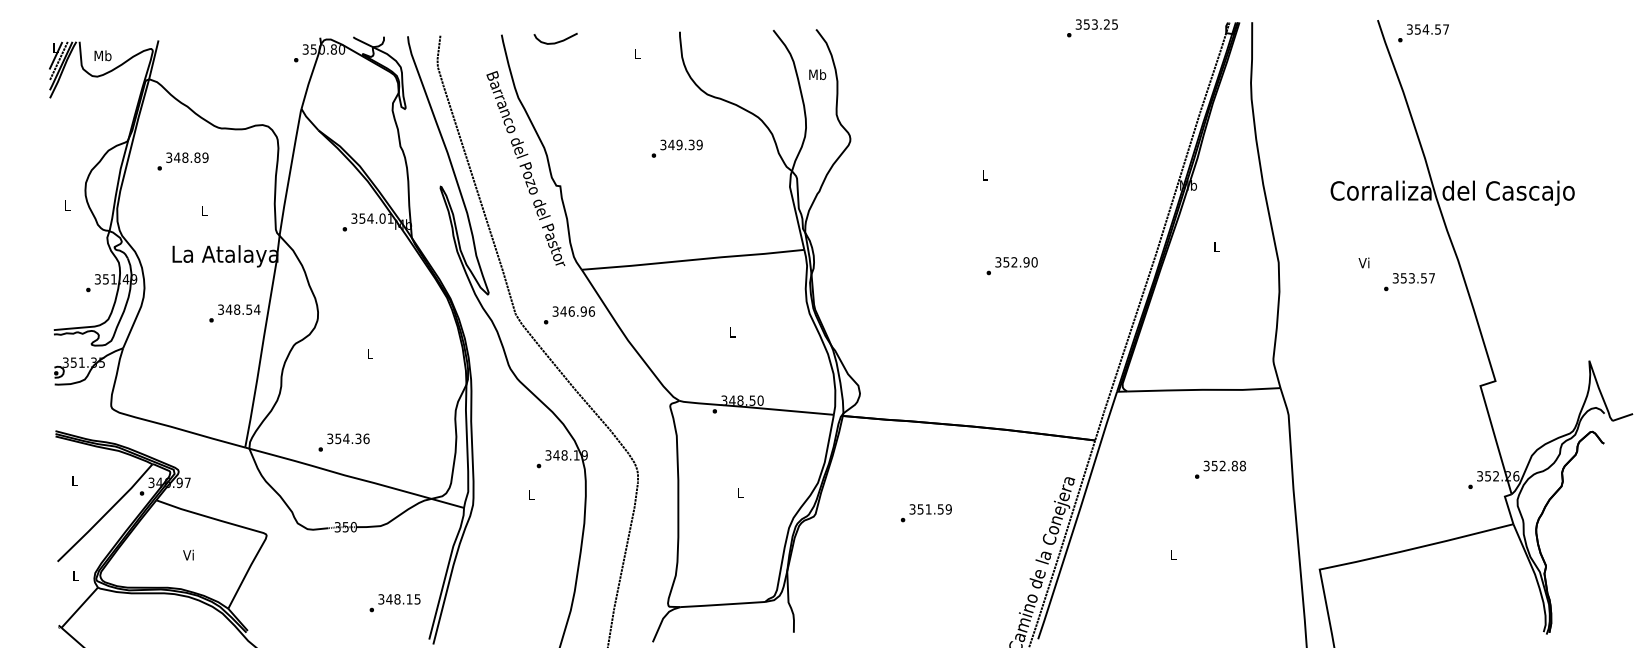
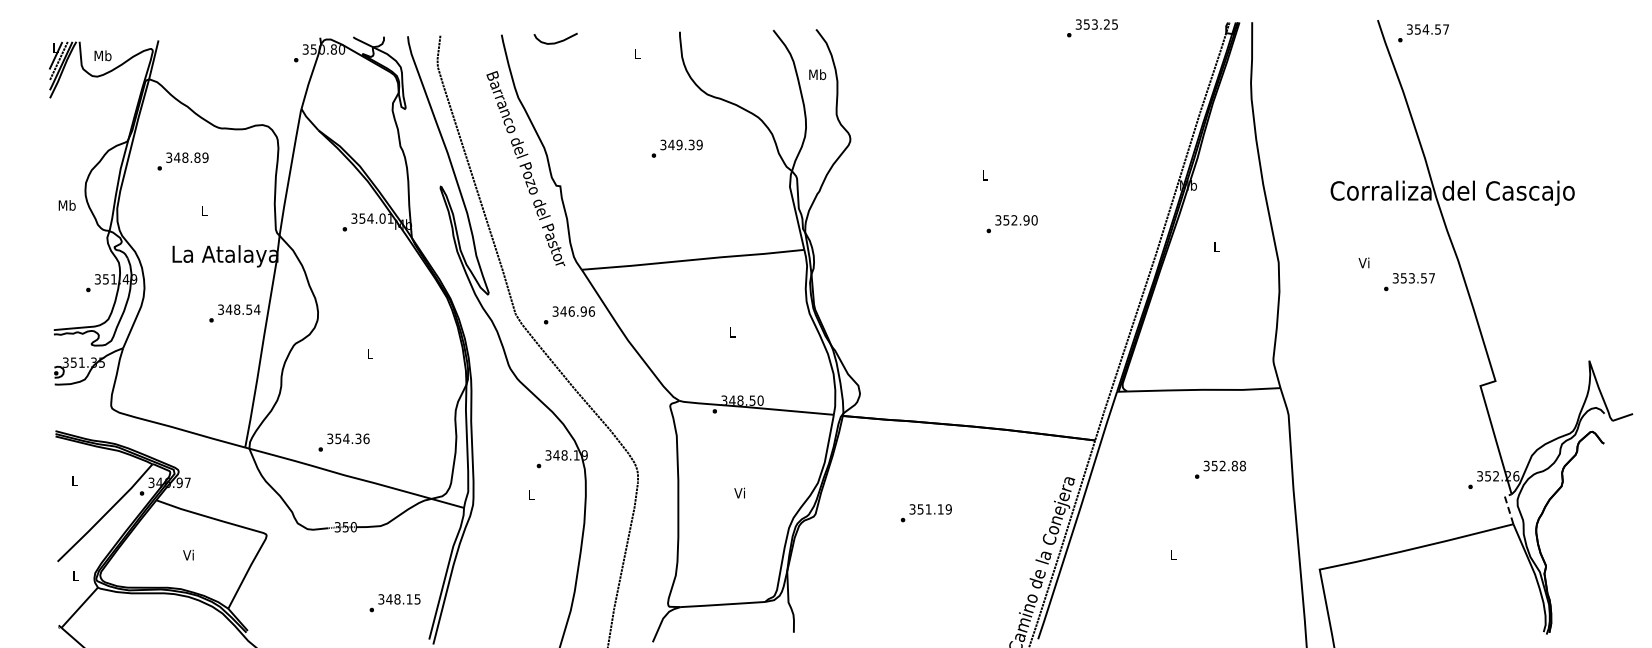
text at (66, 205): L -> Mb
text at (1011, 266) position: (1011, 266) -> (1011, 224)
text at (739, 492): L -> Vi
line at (1507, 506): solid -> dashed
text at (940, 509): 351.59 -> 351.19
